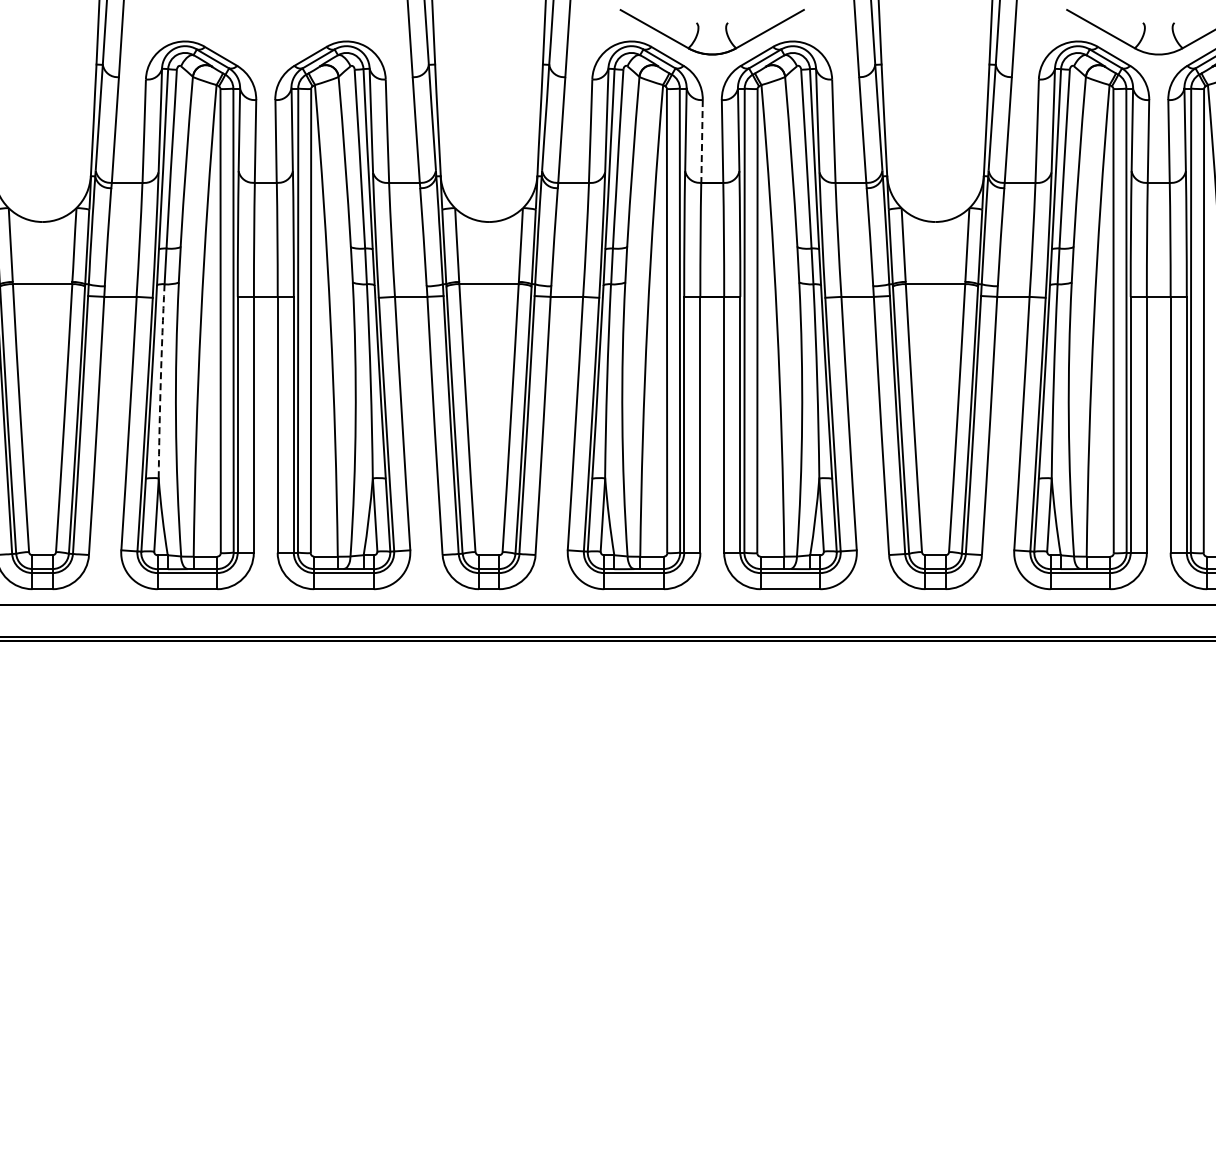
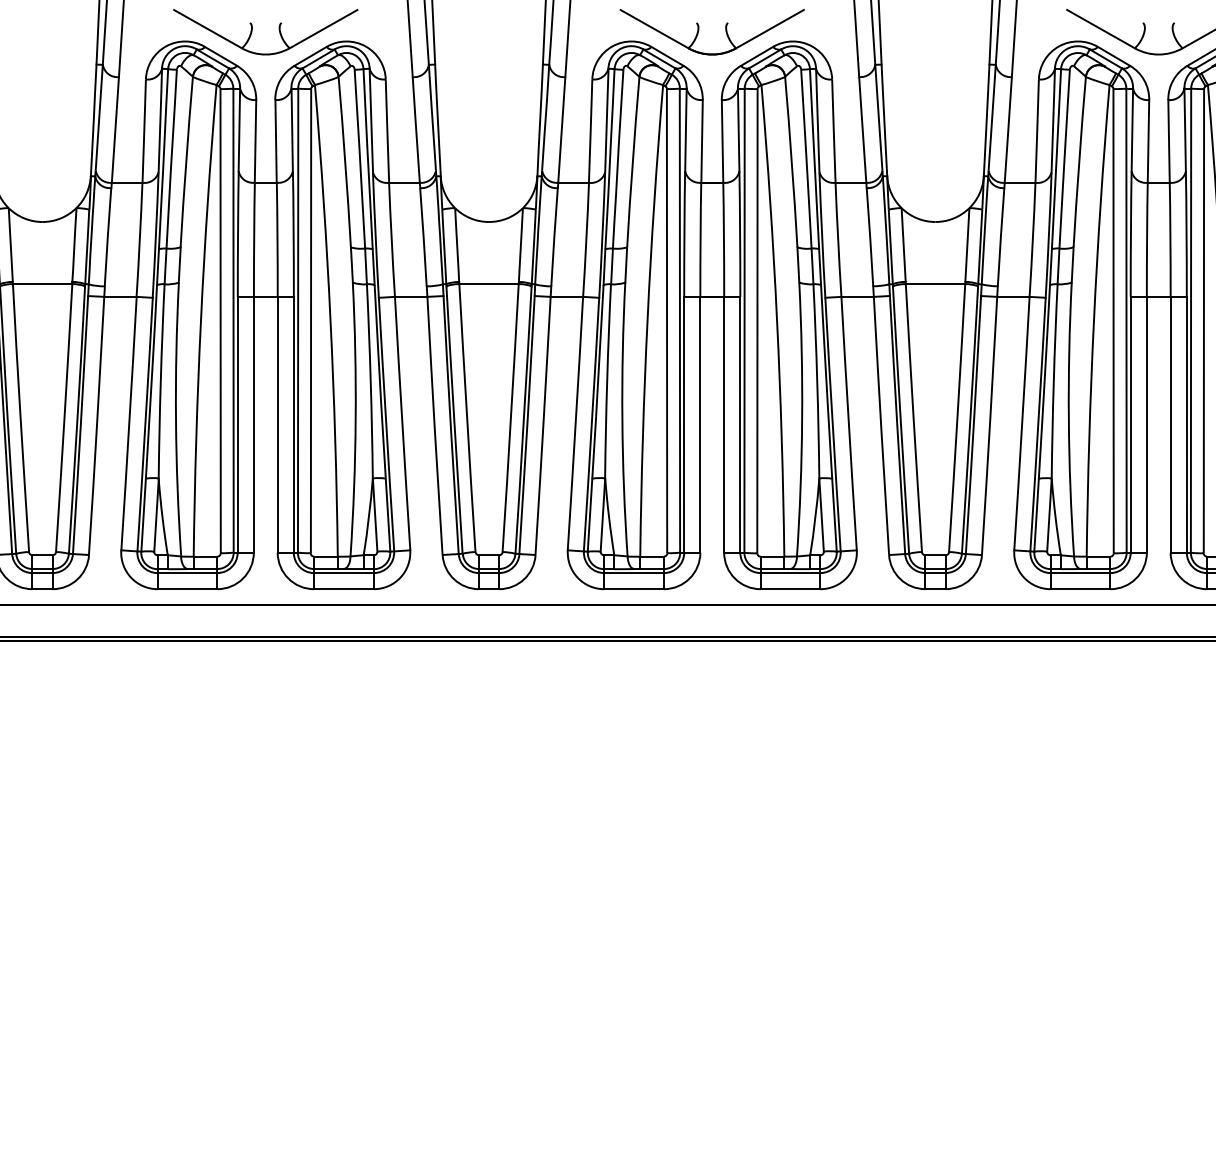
part at (252, 32): none -> present
line at (702, 141): dashed -> solid
arc at (160, 381): dashed -> solid
